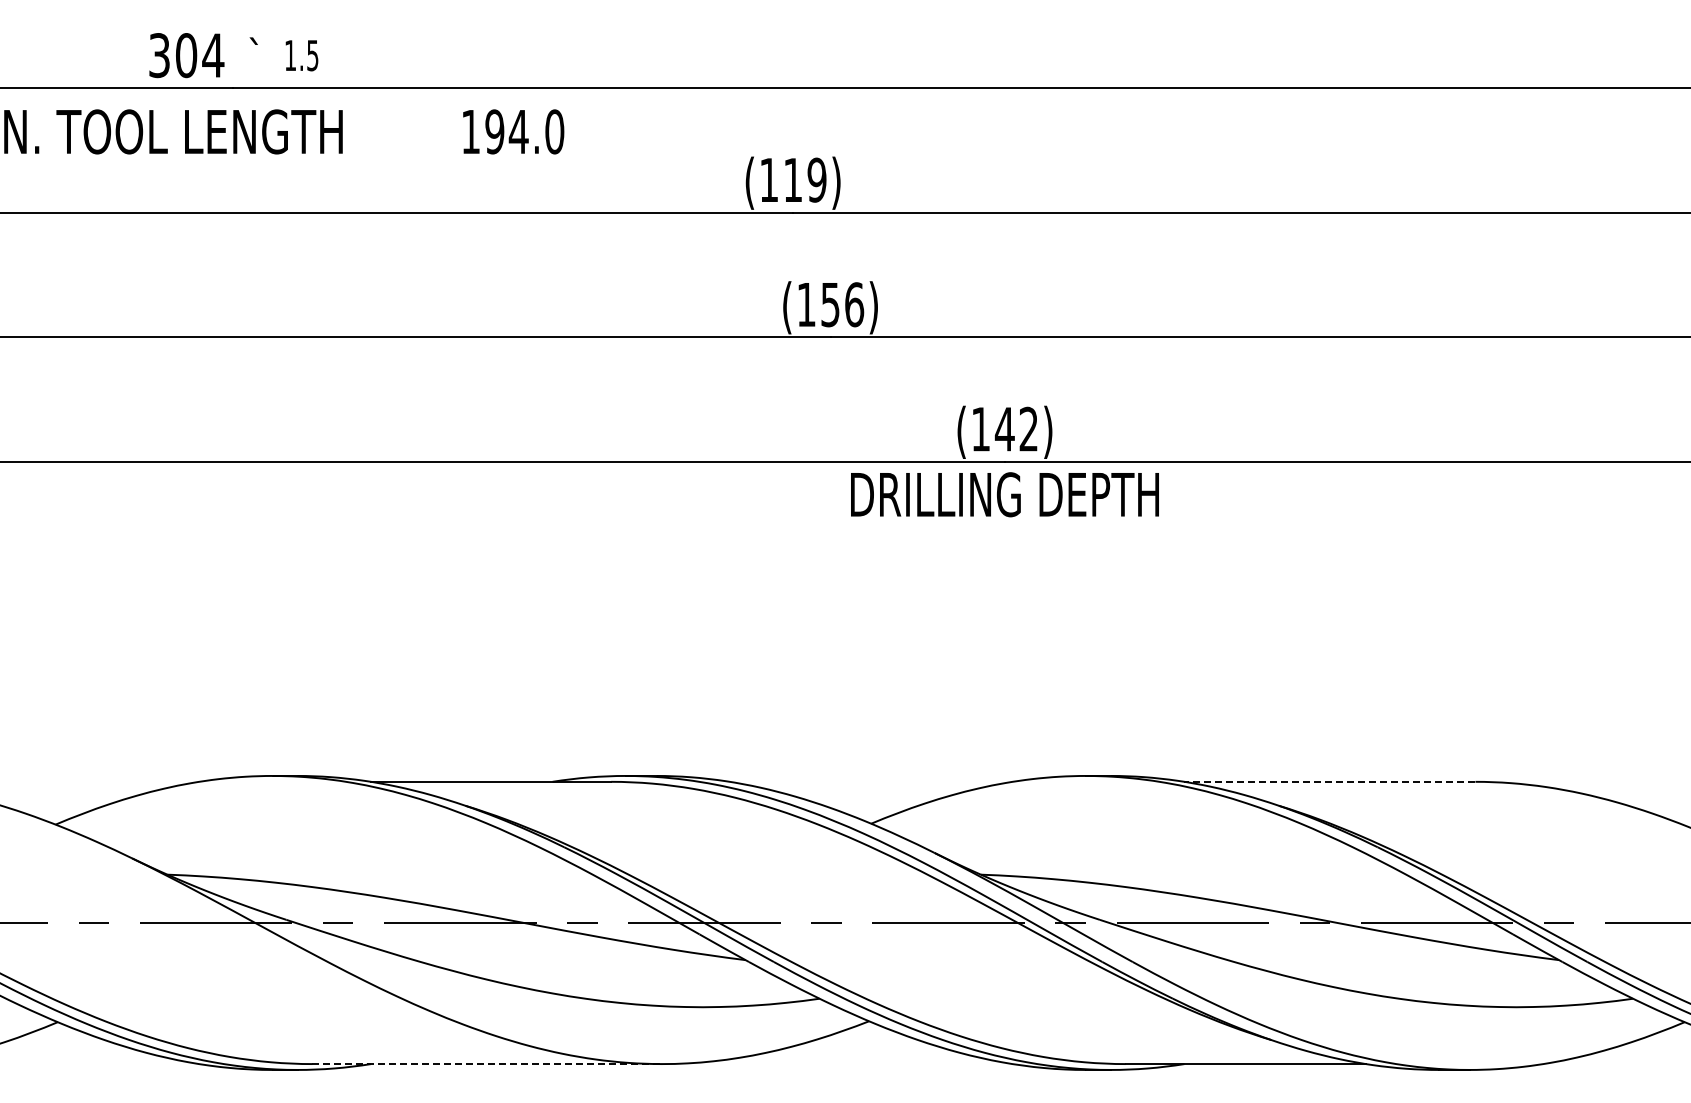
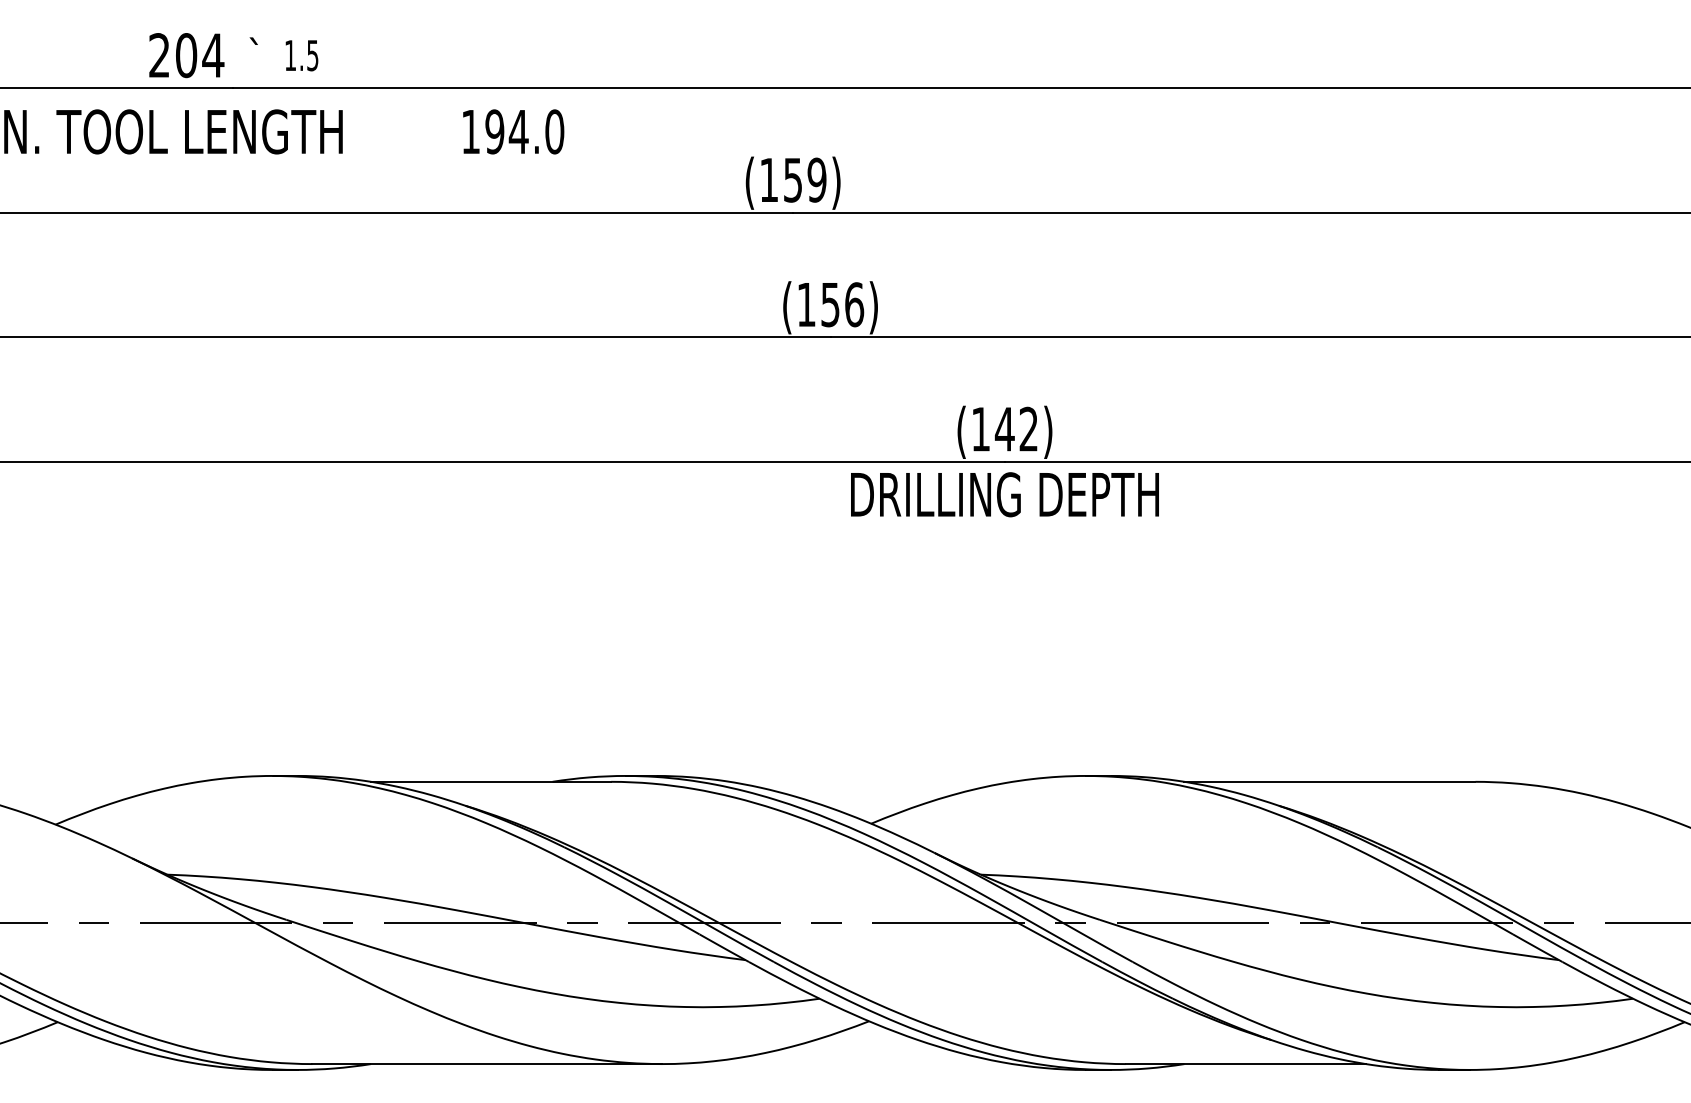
text at (159, 55): 304 -> 204
text at (792, 180): (119) -> (159)
line at (1329, 781): dashed -> solid
line at (487, 1064): dashed -> solid
